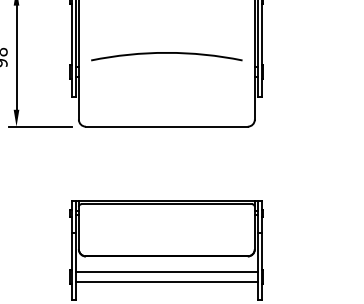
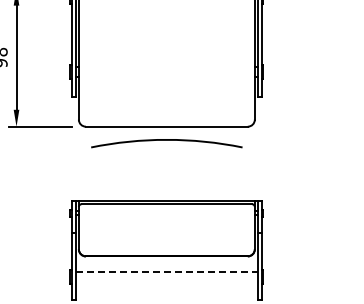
arc at (166, 53) position: (166, 53) -> (166, 140)
line at (166, 272): solid -> dashed
line at (166, 281): present -> none
